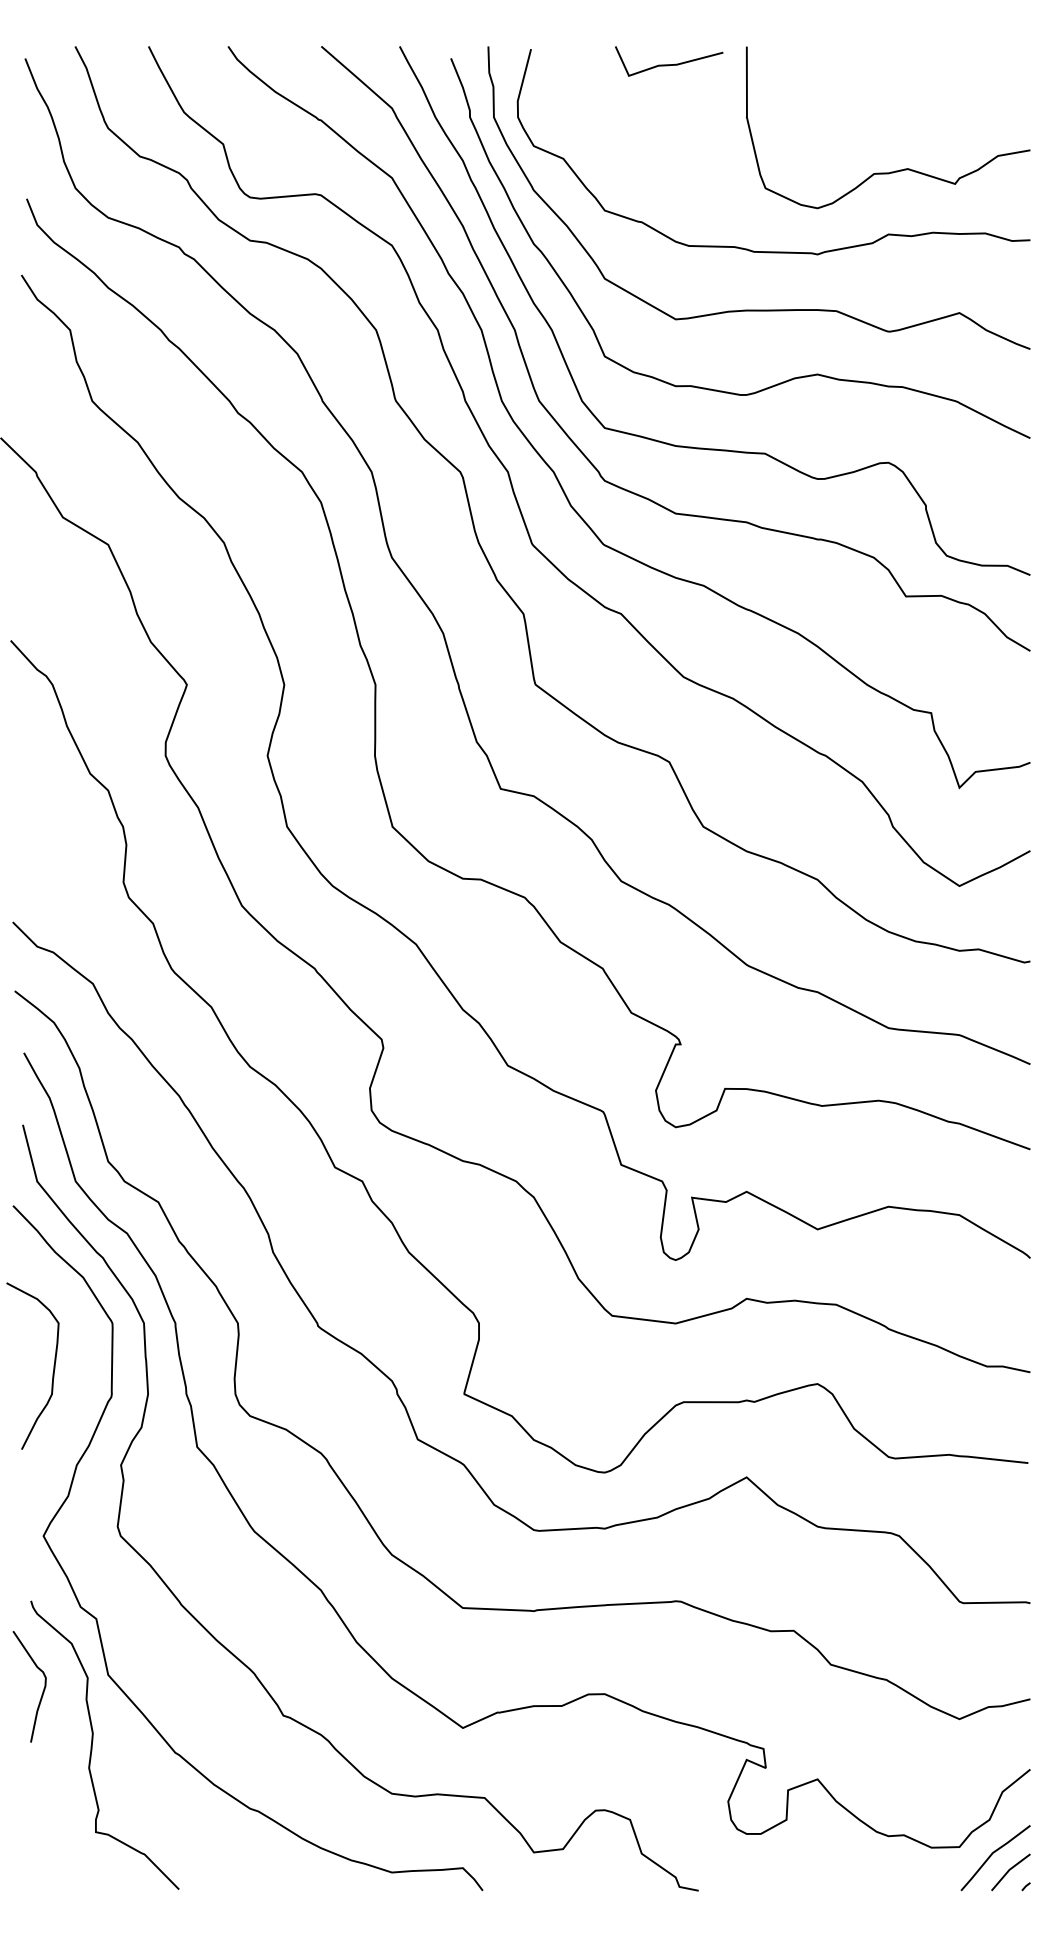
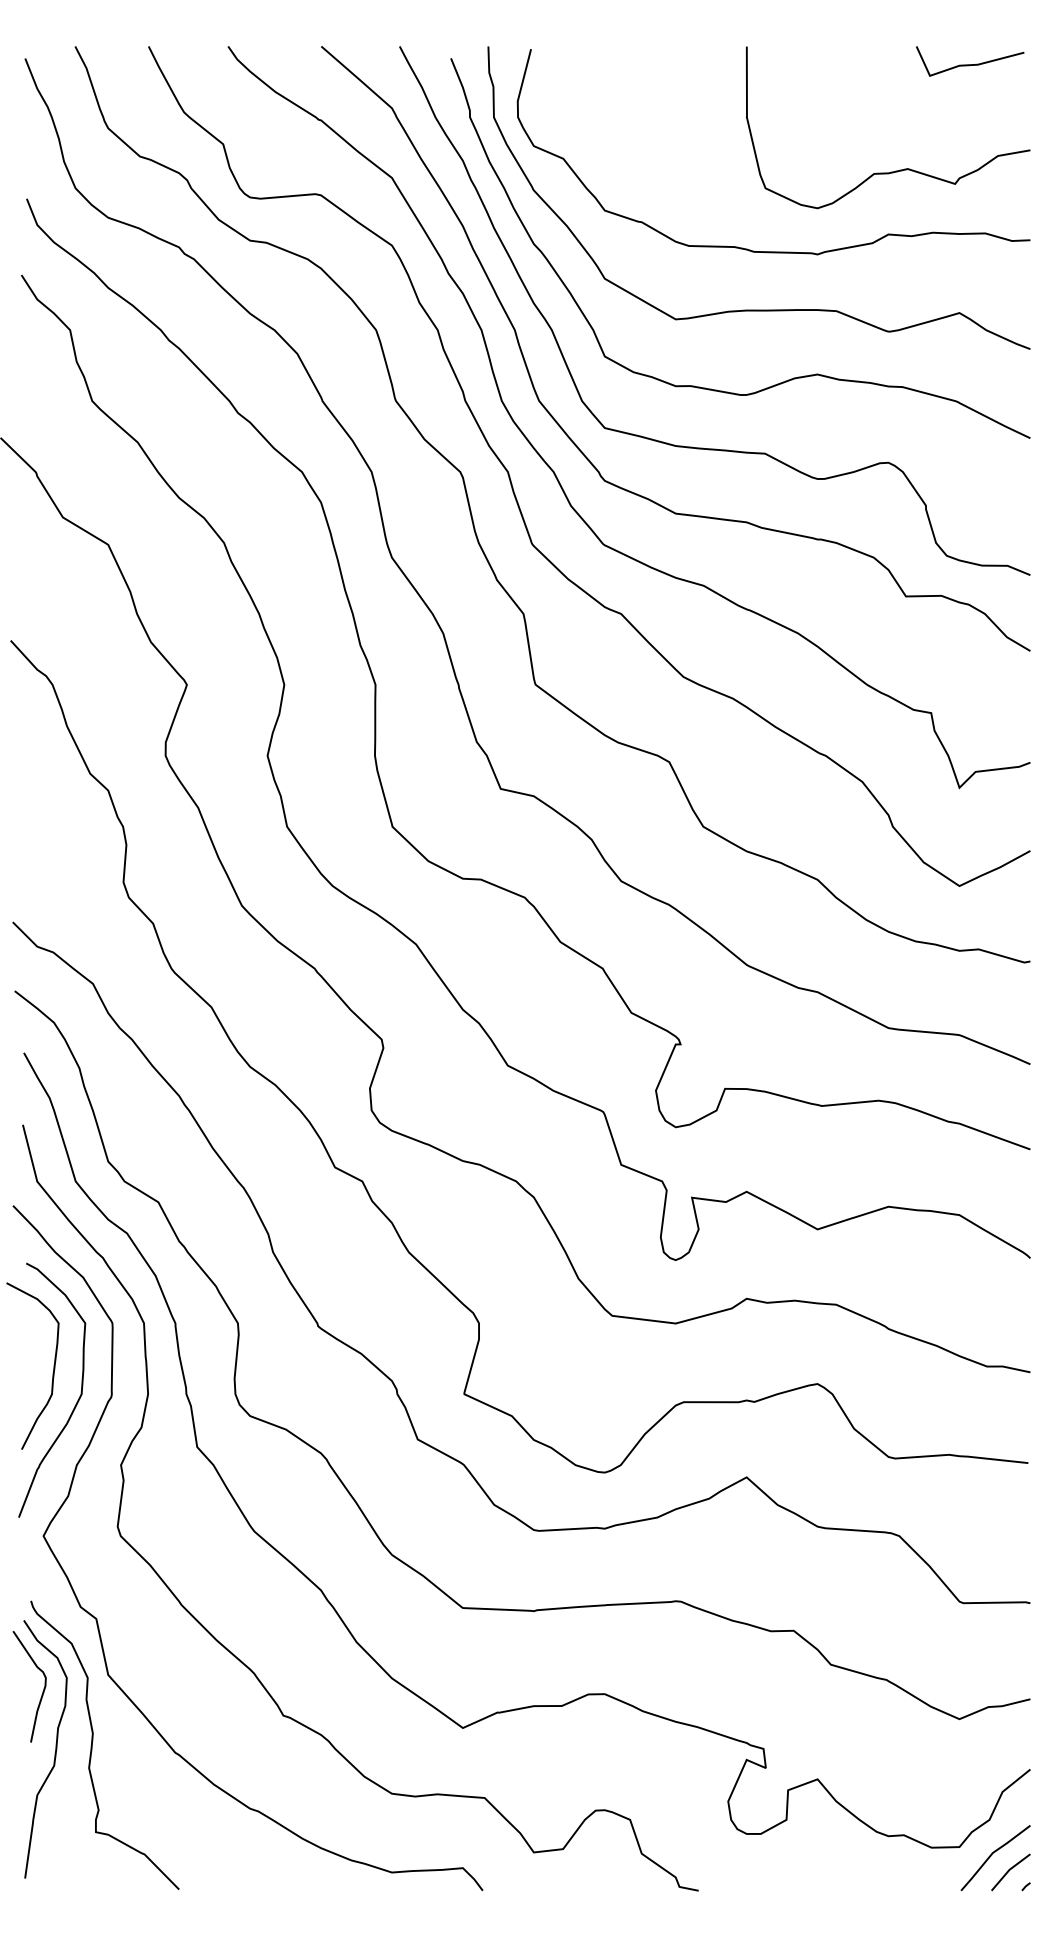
line at (669, 64) position: (669, 64) -> (970, 64)
curve at (76, 1402): none -> present
curve at (54, 1753): none -> present
